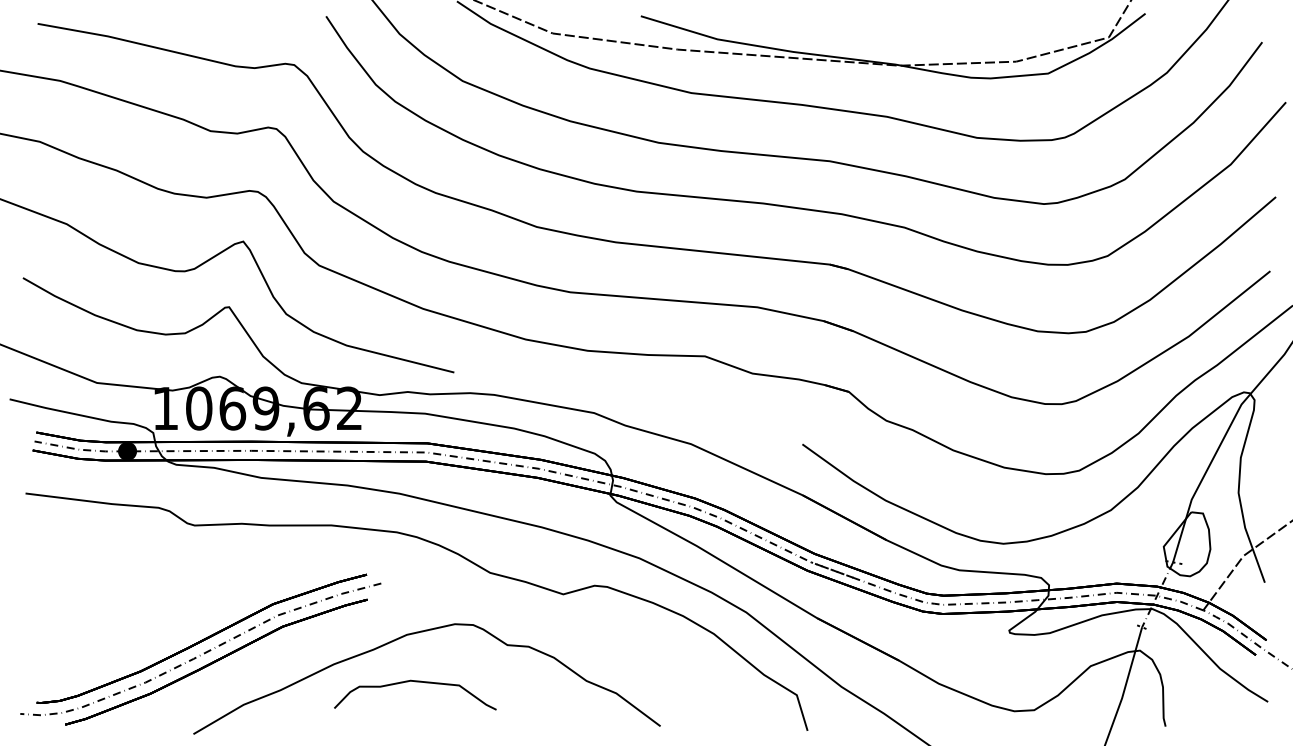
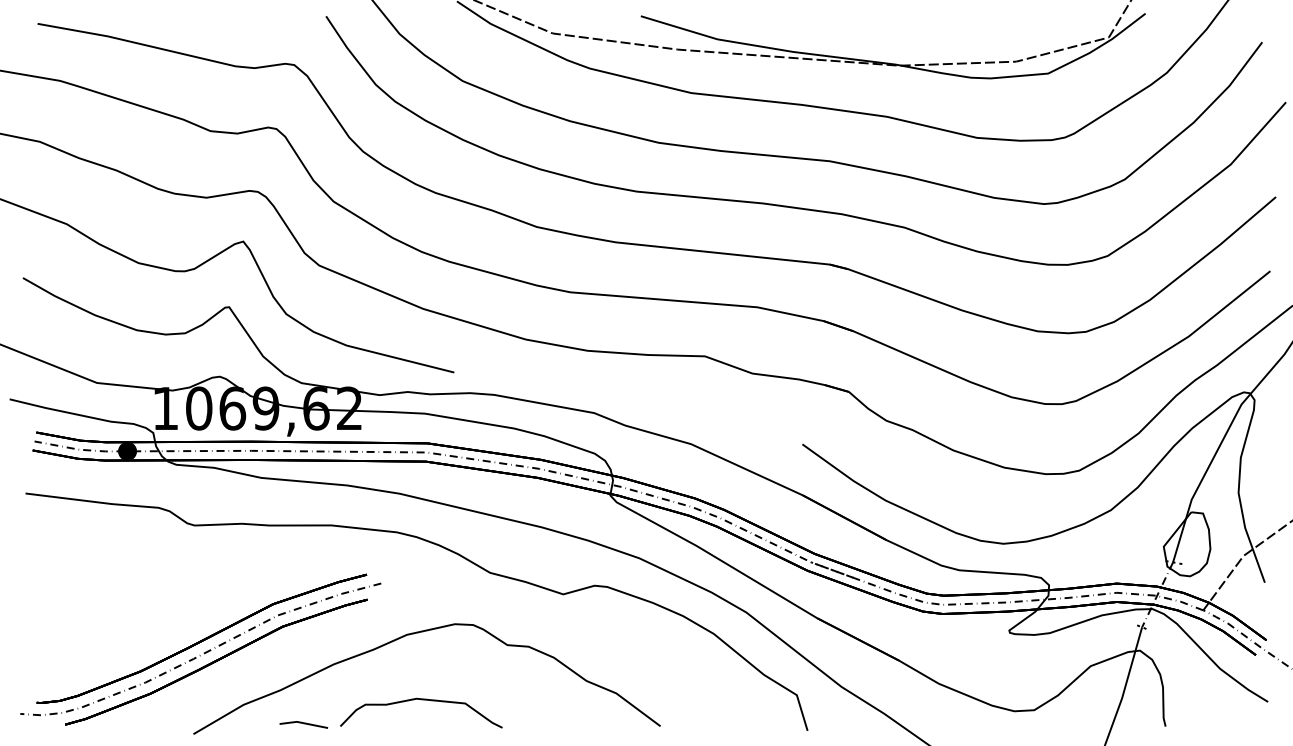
curve at (415, 682) position: (415, 682) -> (421, 700)
line at (303, 724): none -> present
